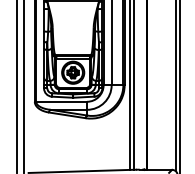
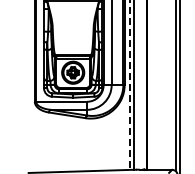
line at (129, 85): solid -> dashed
line at (17, 86): present -> none
line at (24, 86): present -> none
